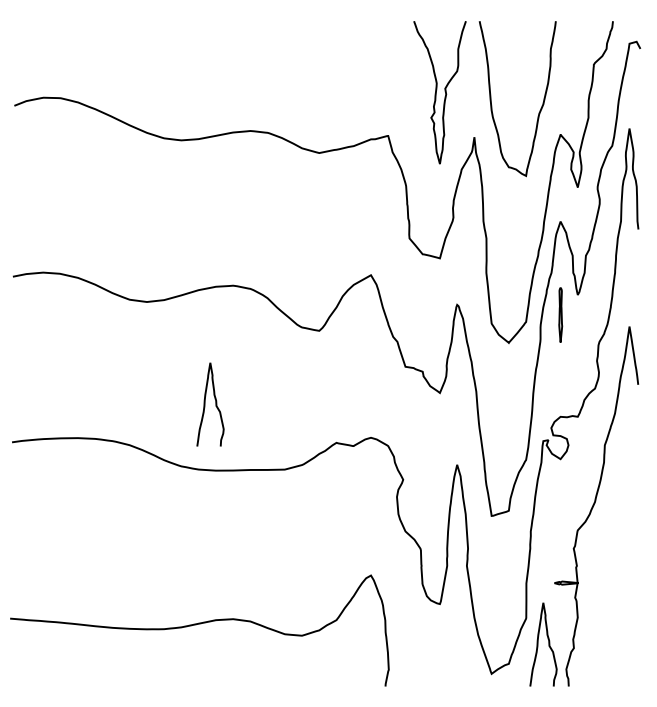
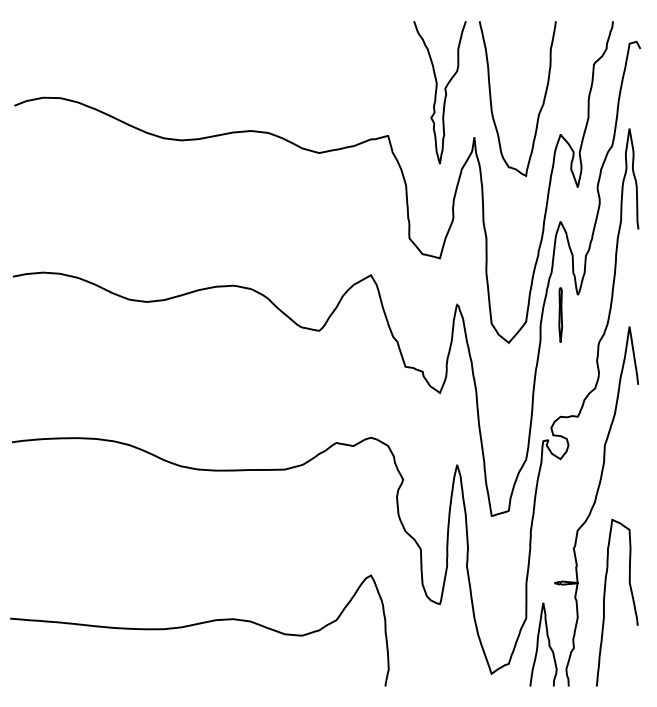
curve at (205, 404): present -> none
curve at (605, 597): none -> present
